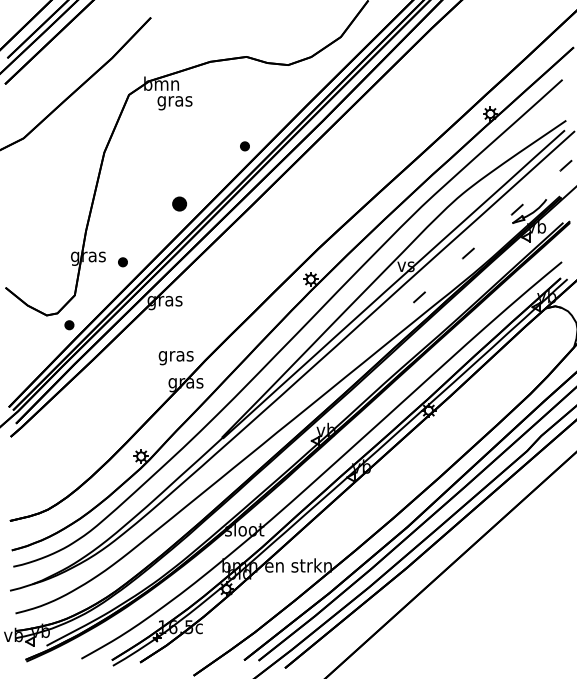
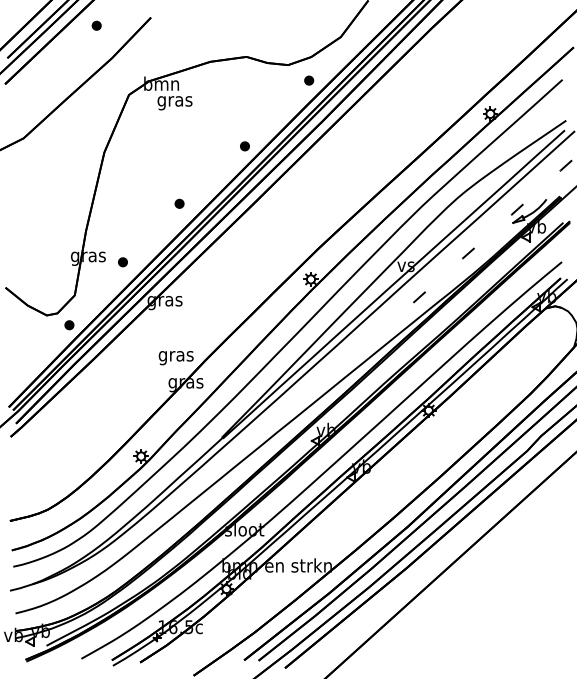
part at (96, 25): none -> present
part at (309, 80): none -> present
part at (179, 203) size: 16x16 px -> 11x11 px
